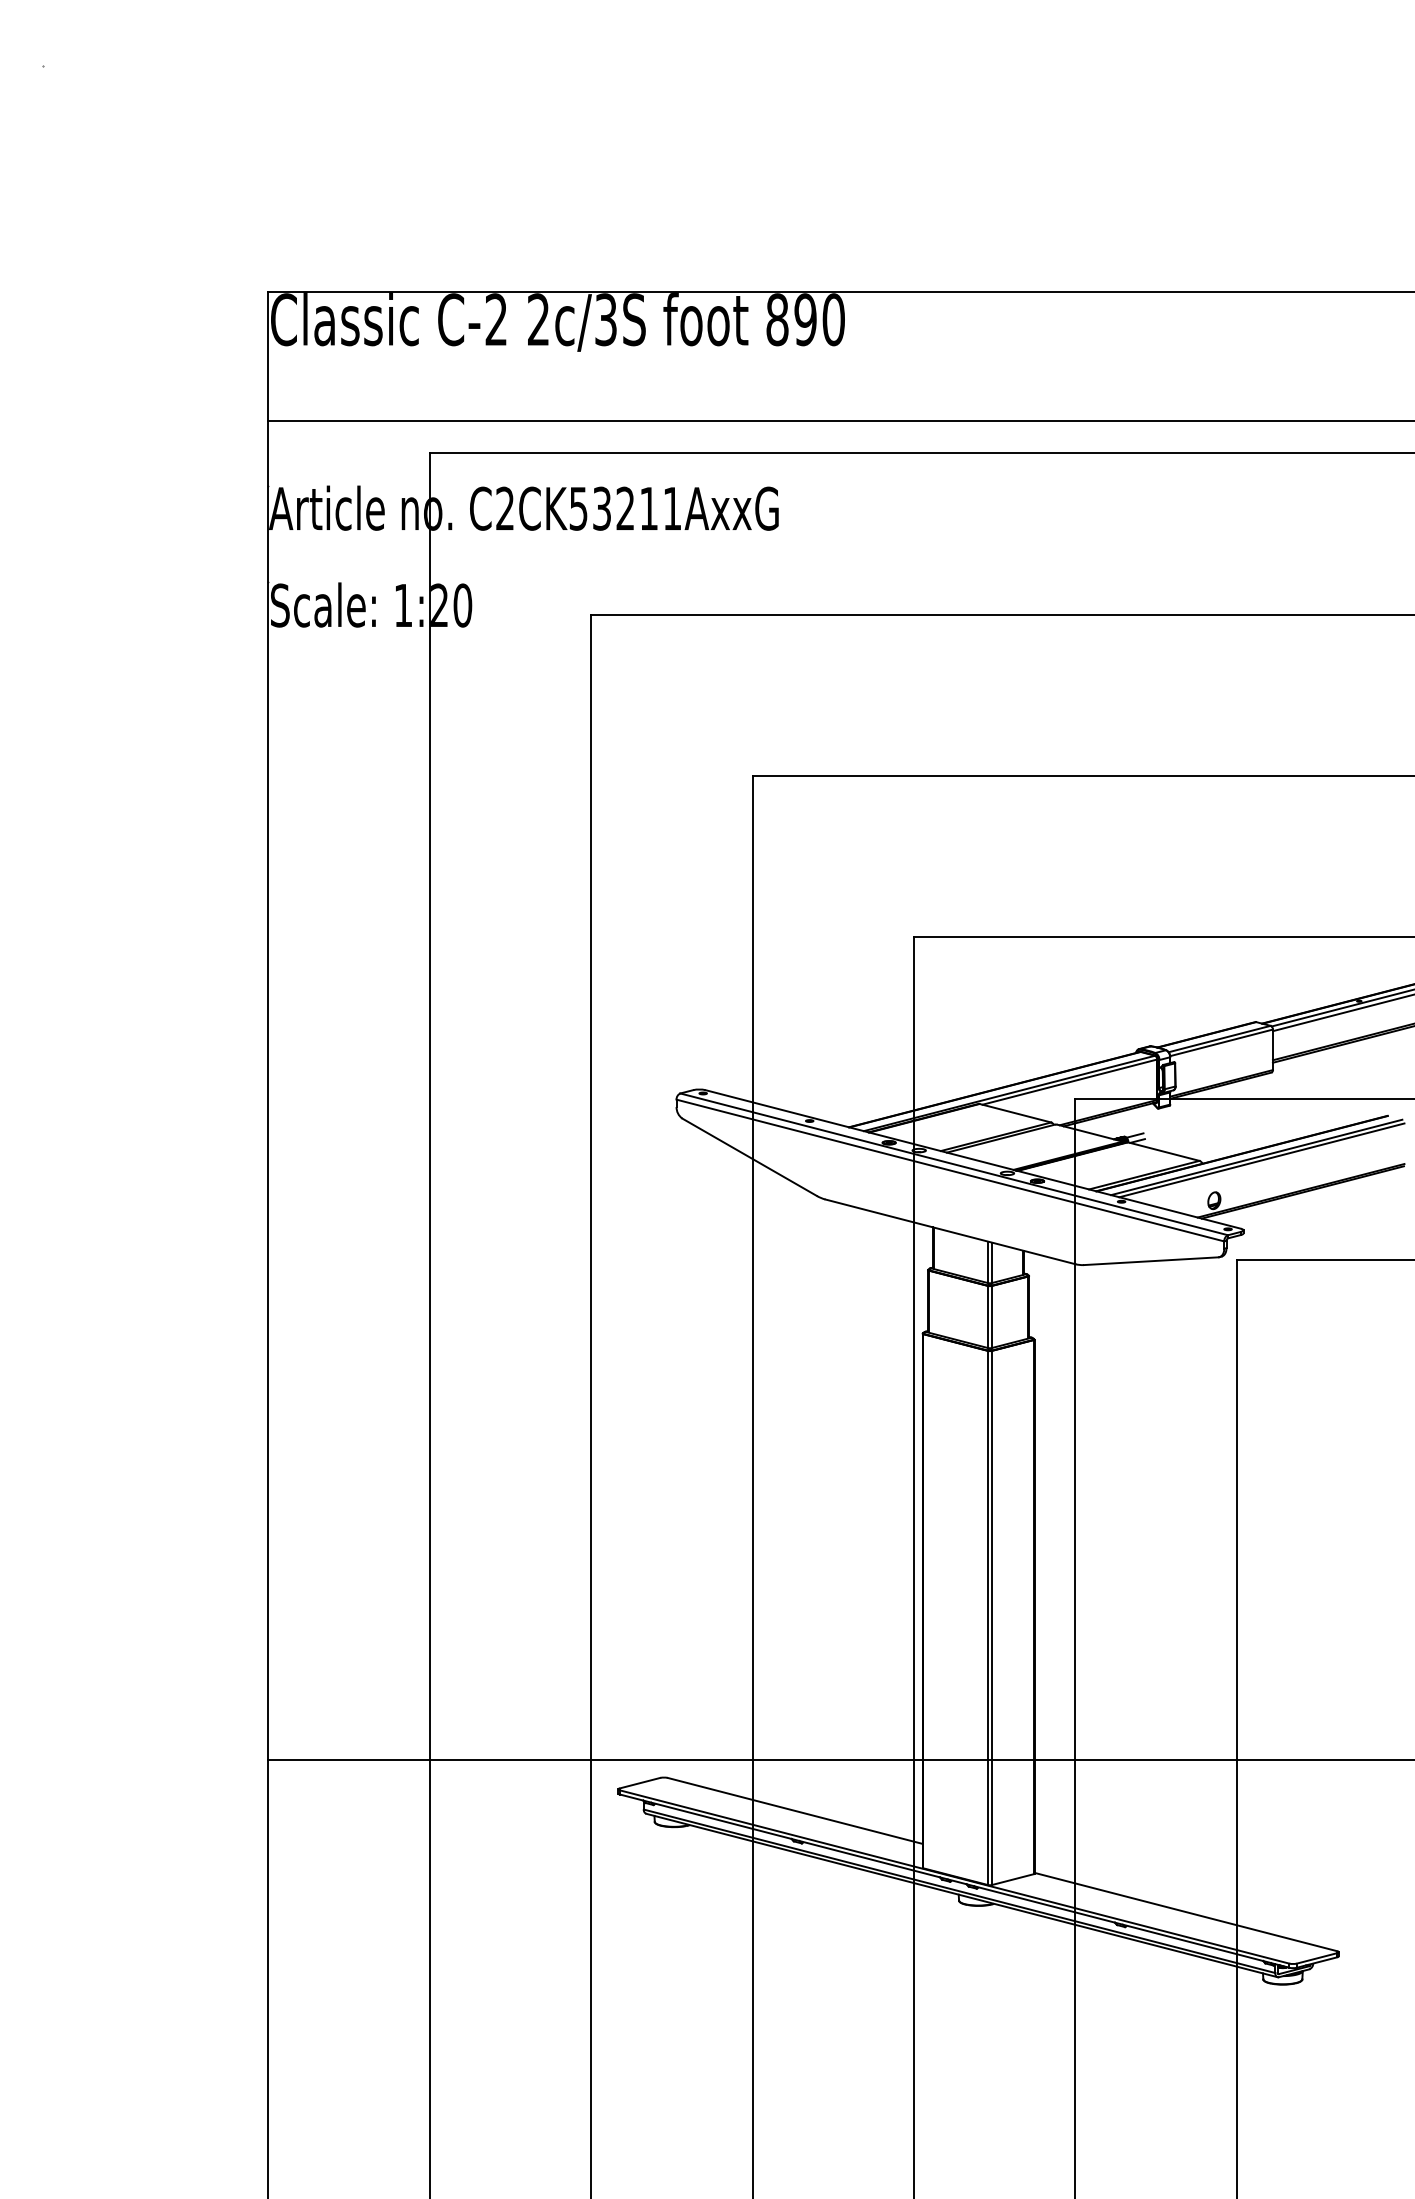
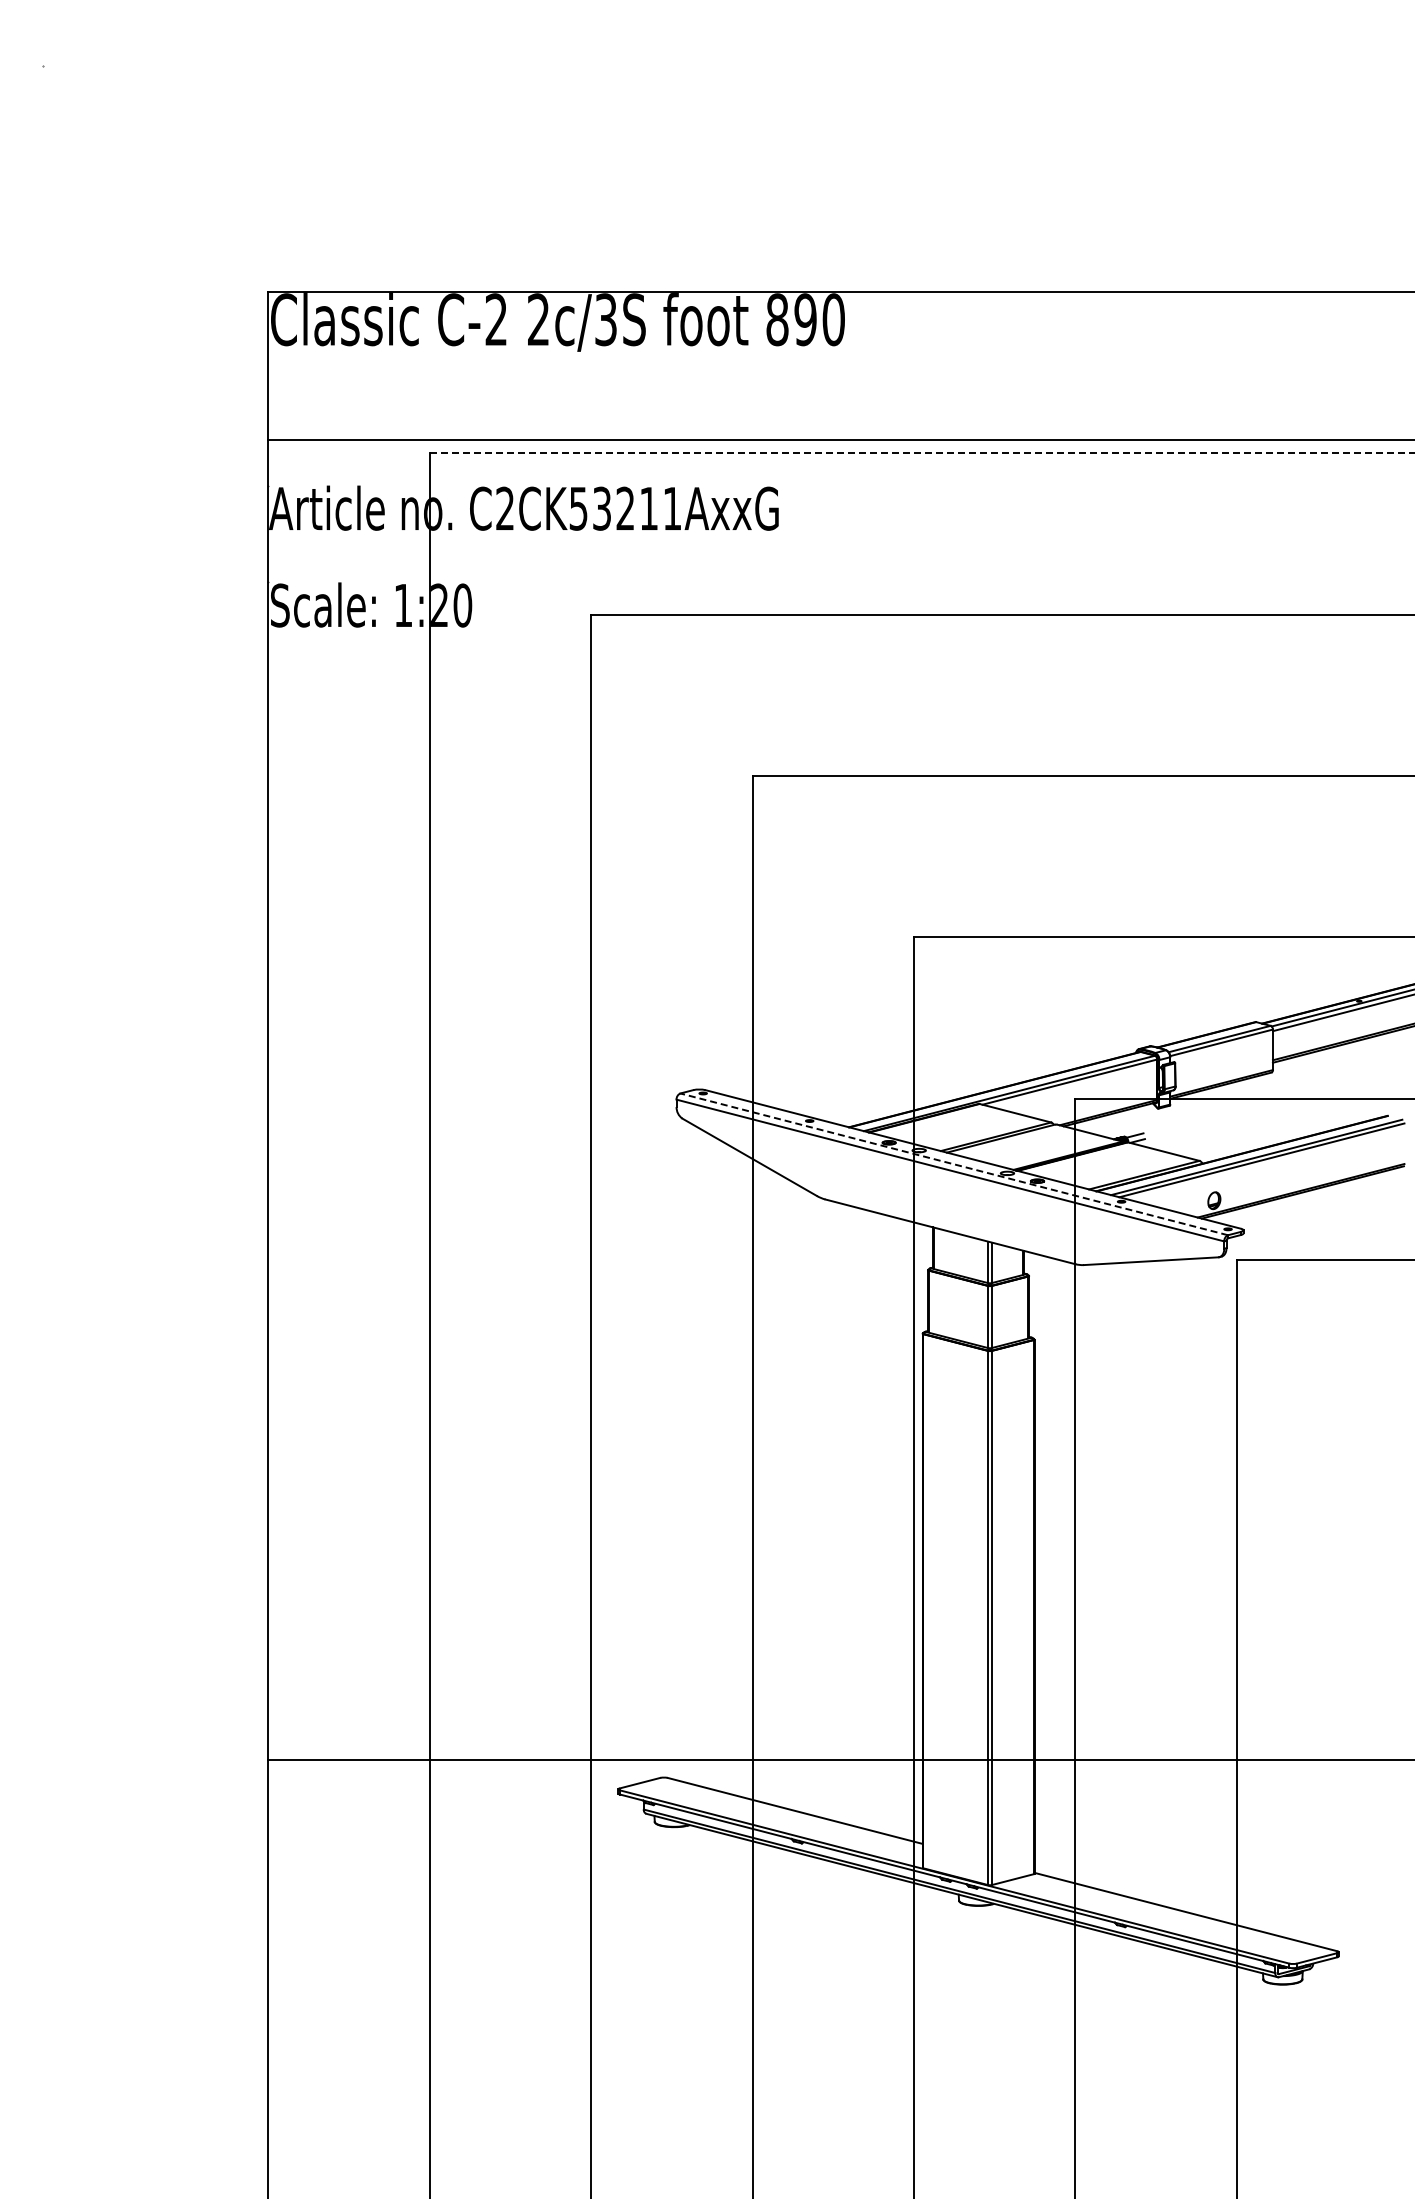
line at (839, 420) position: (839, 420) -> (839, 439)
line at (922, 453): solid -> dashed
line at (954, 1164): solid -> dashed
